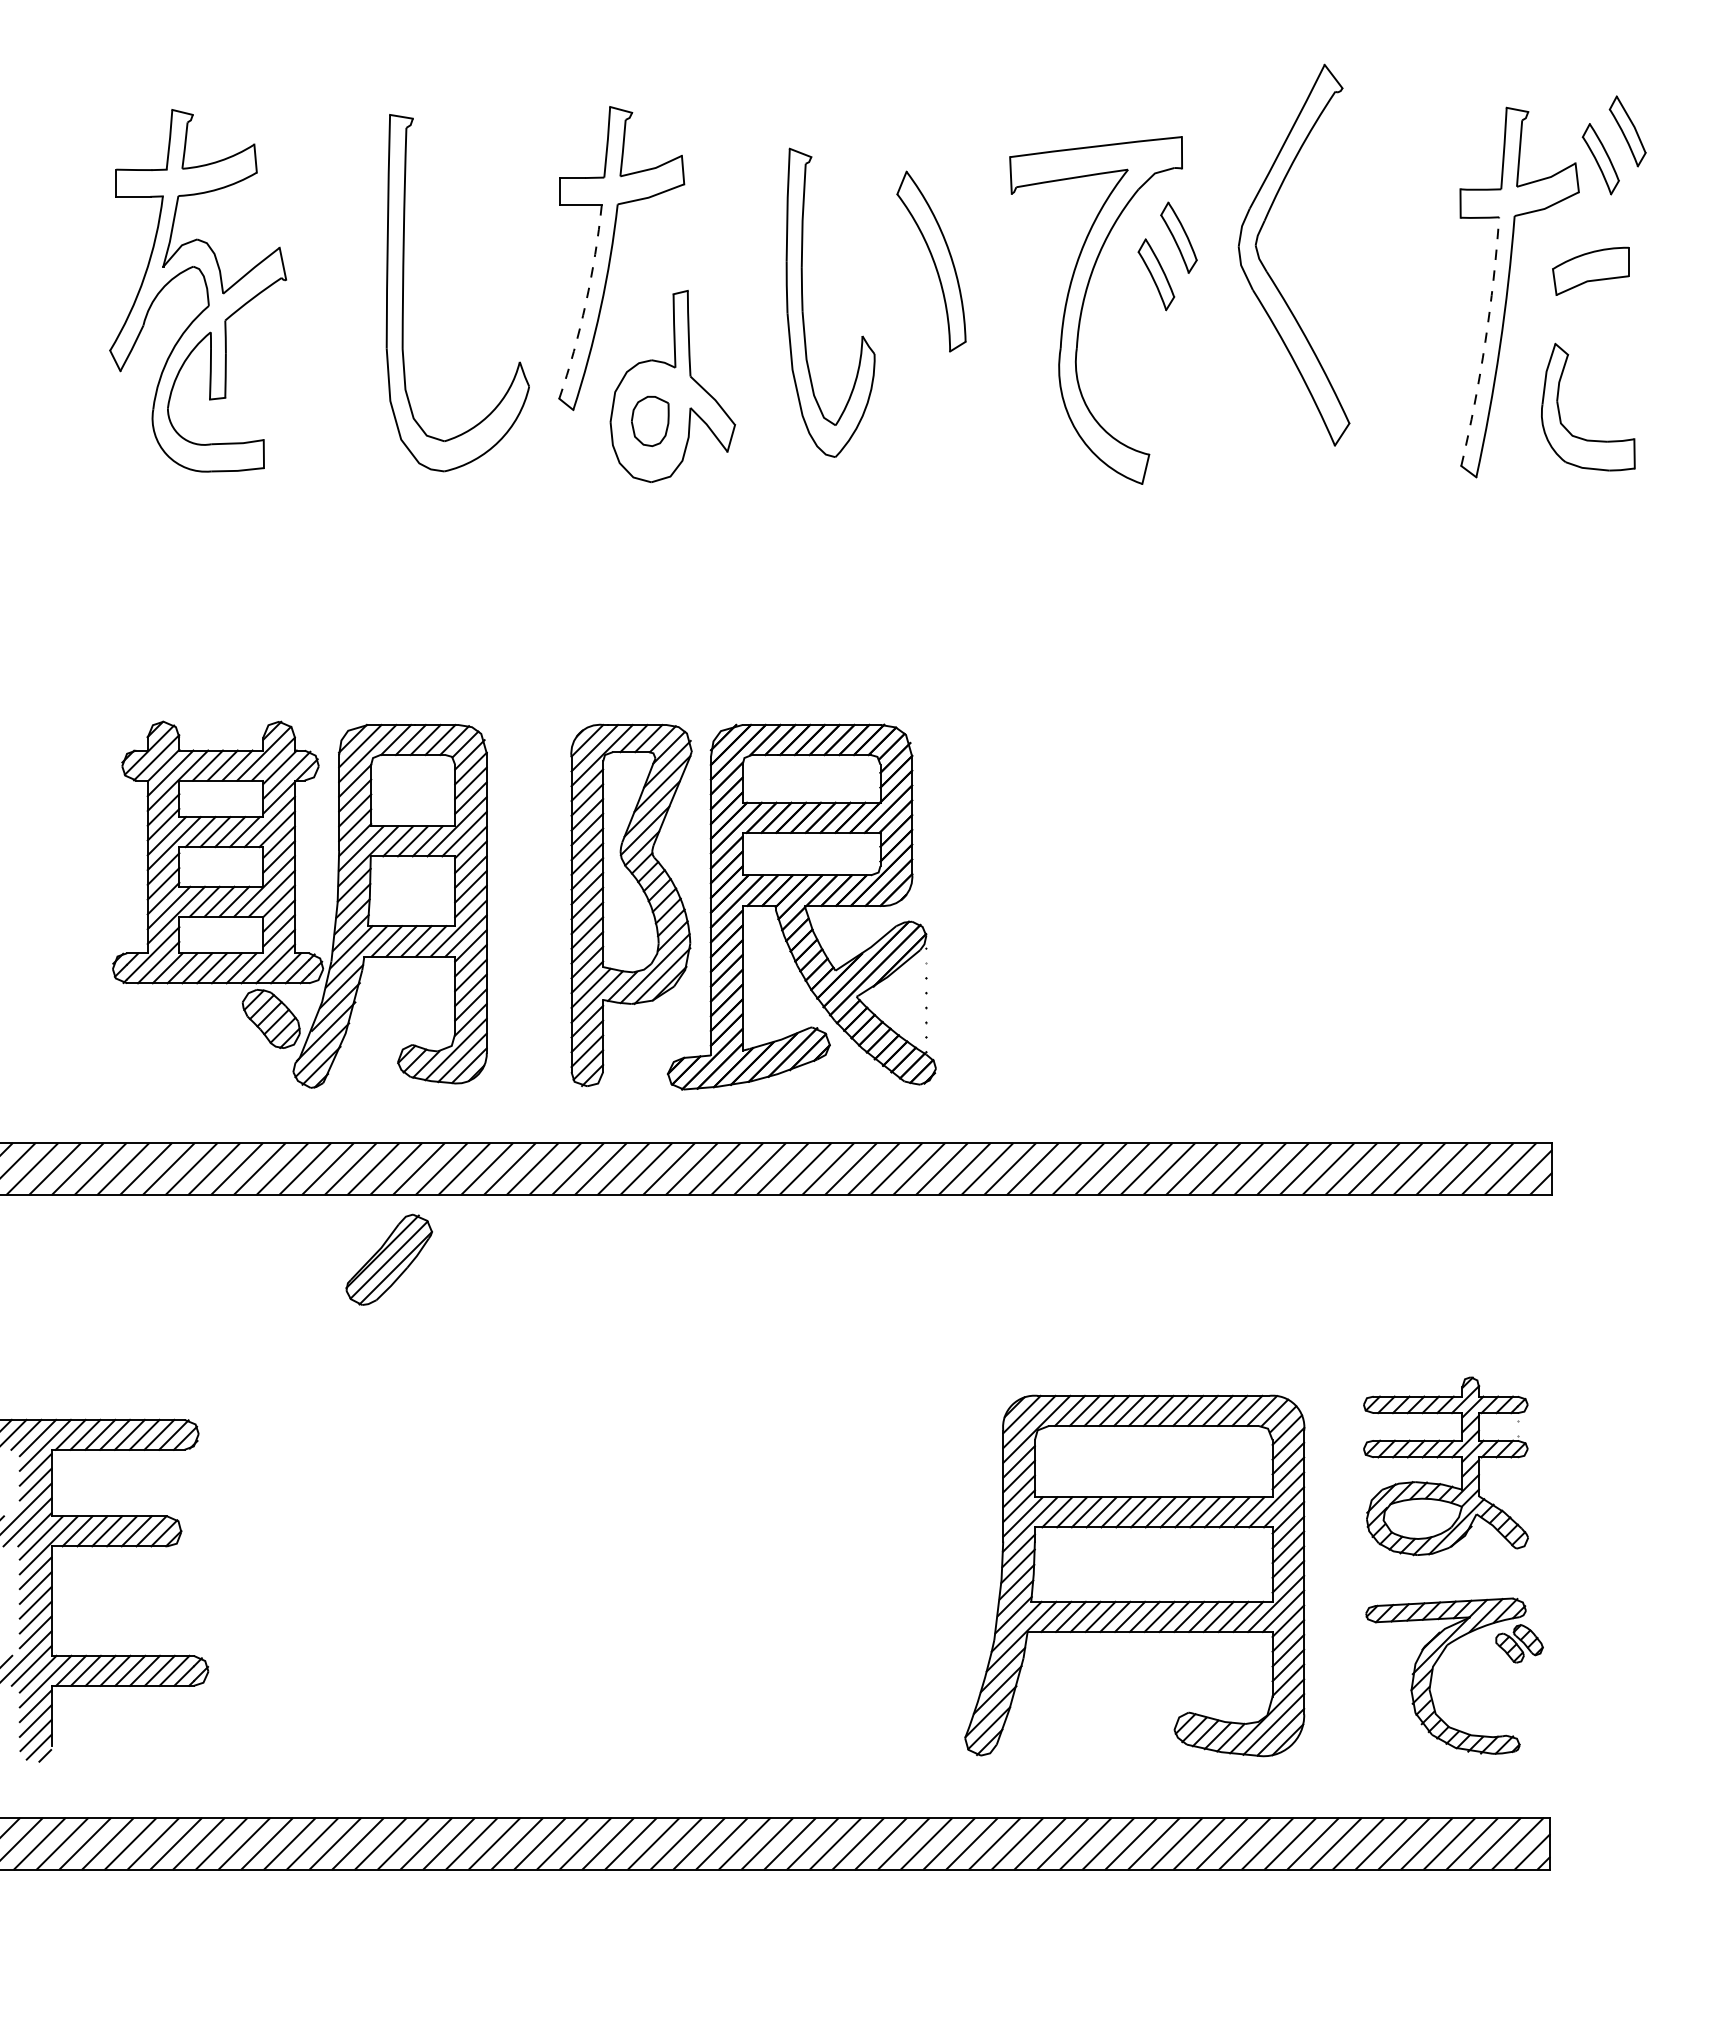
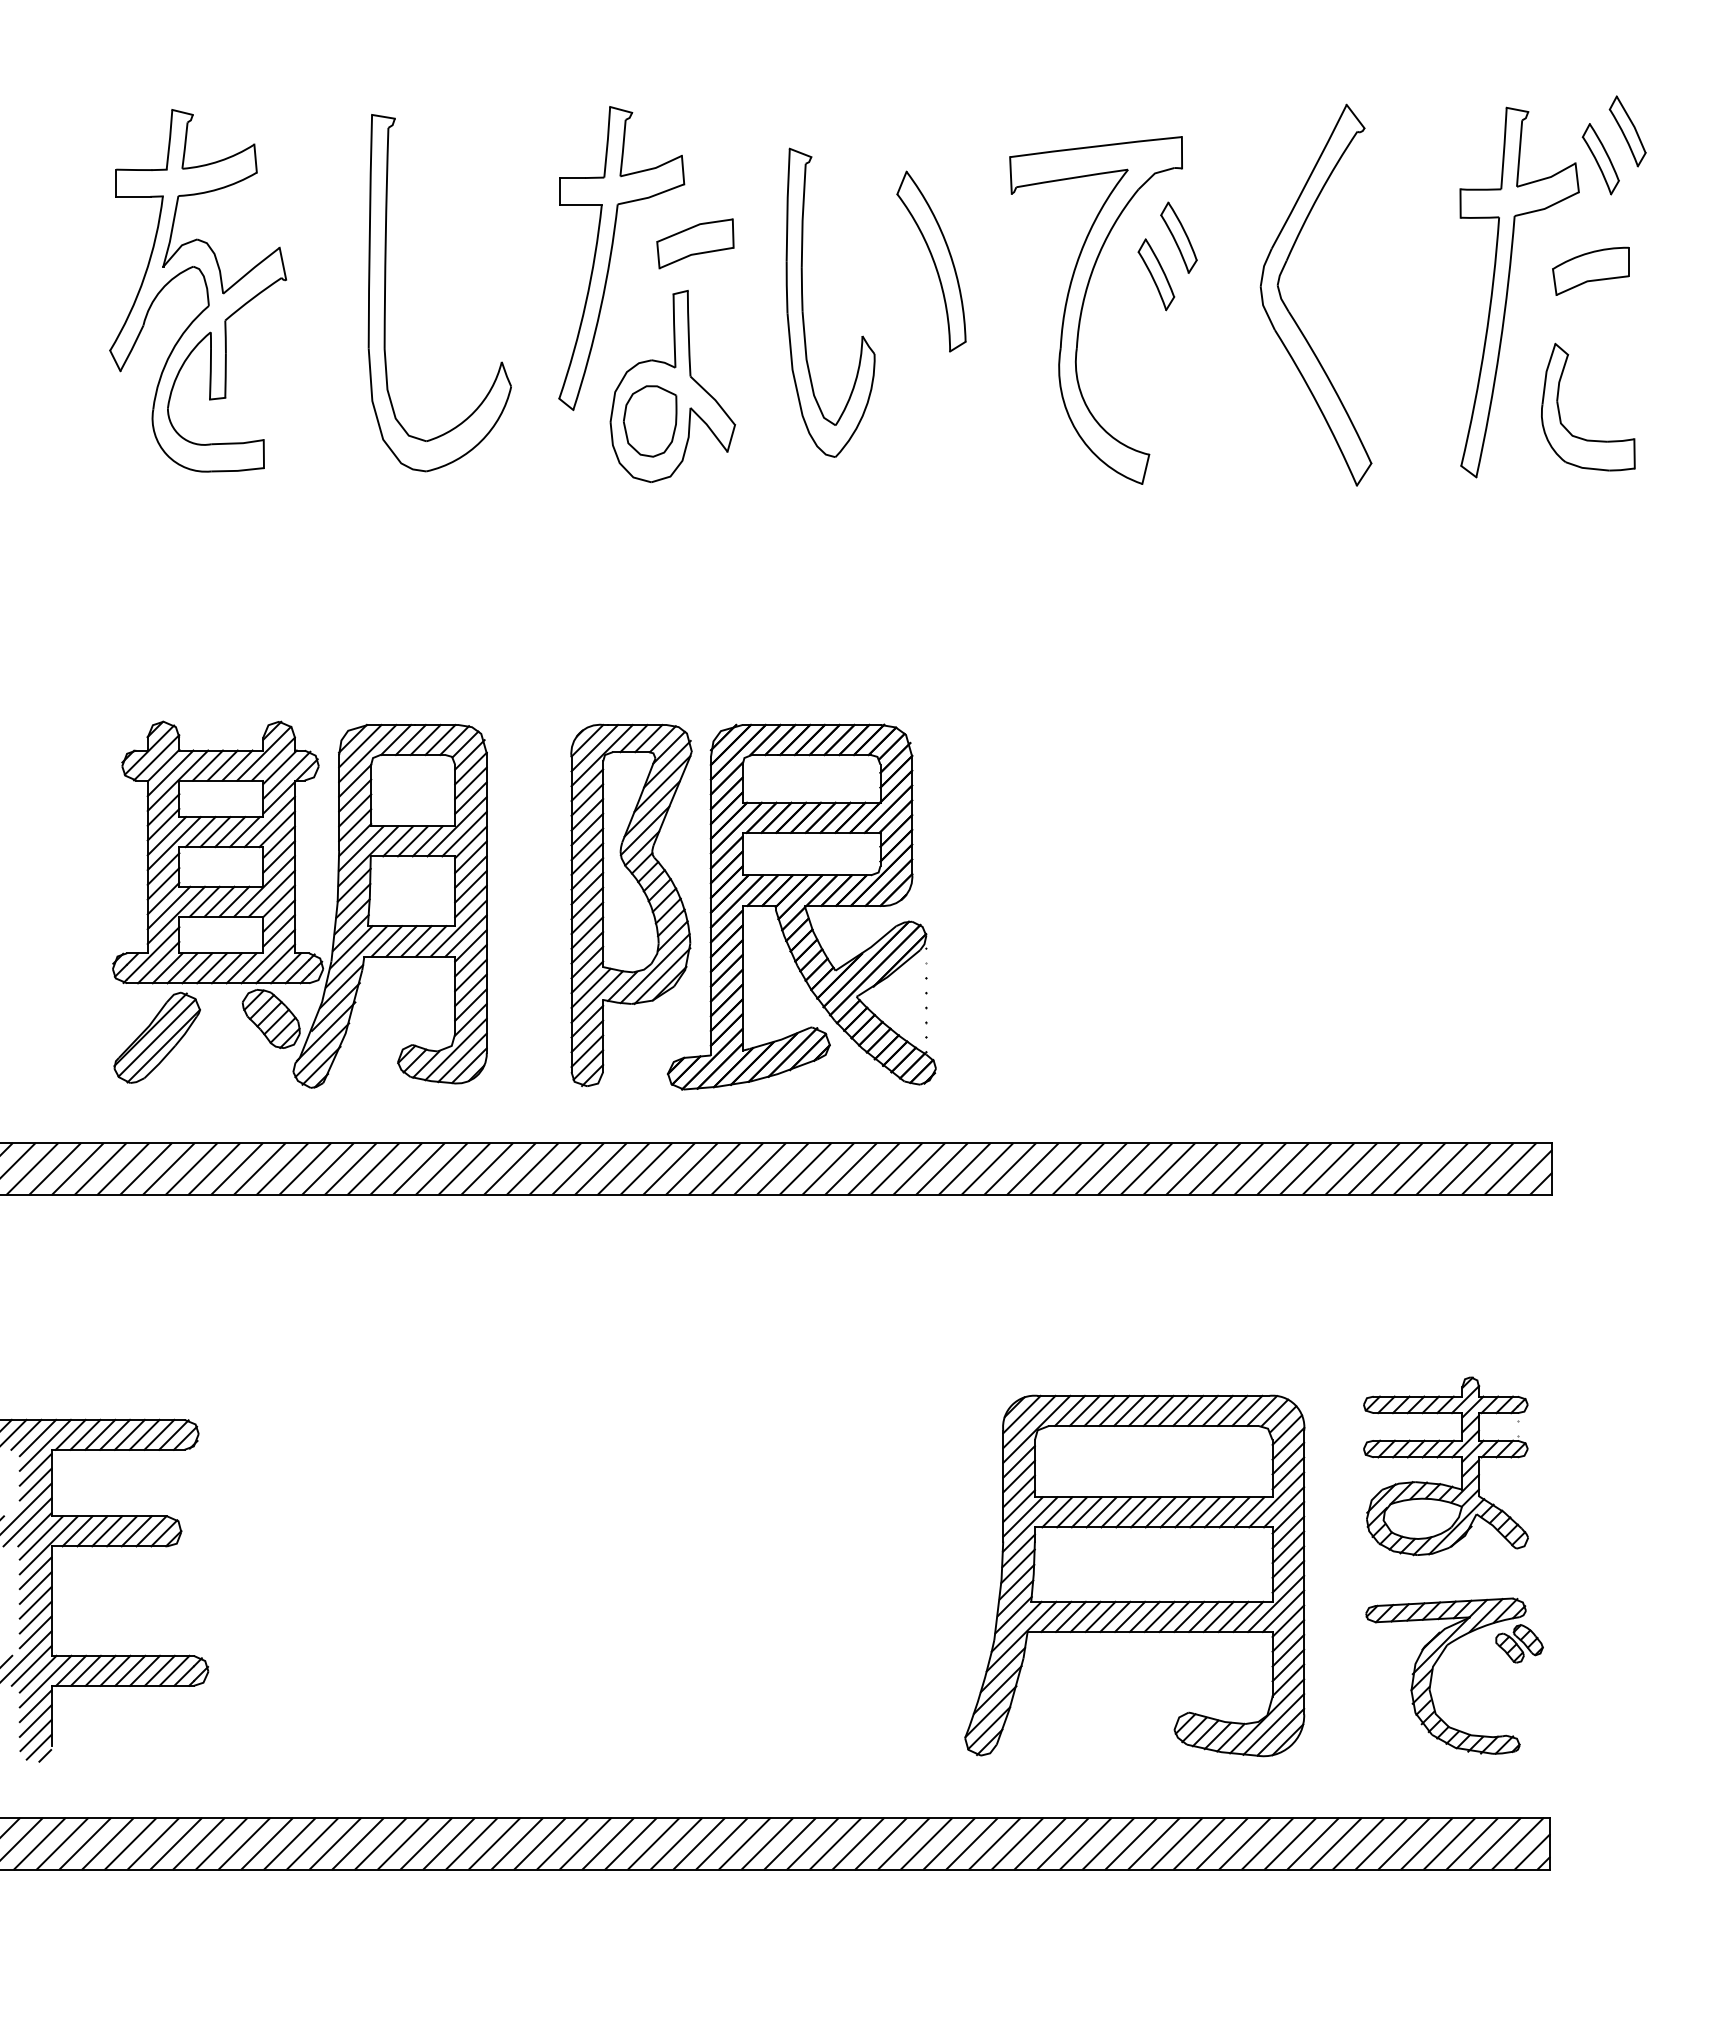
part at (695, 243): none -> present
part at (1267, 270) position: (1267, 270) -> (1289, 310)
part at (403, 293) position: (403, 293) -> (385, 293)
arc at (585, 303): dashed -> solid
arc at (1485, 342): dashed -> solid
part at (650, 421) size: 39x53 px -> 55x73 px
part at (388, 1259) position: (388, 1259) -> (156, 1037)
